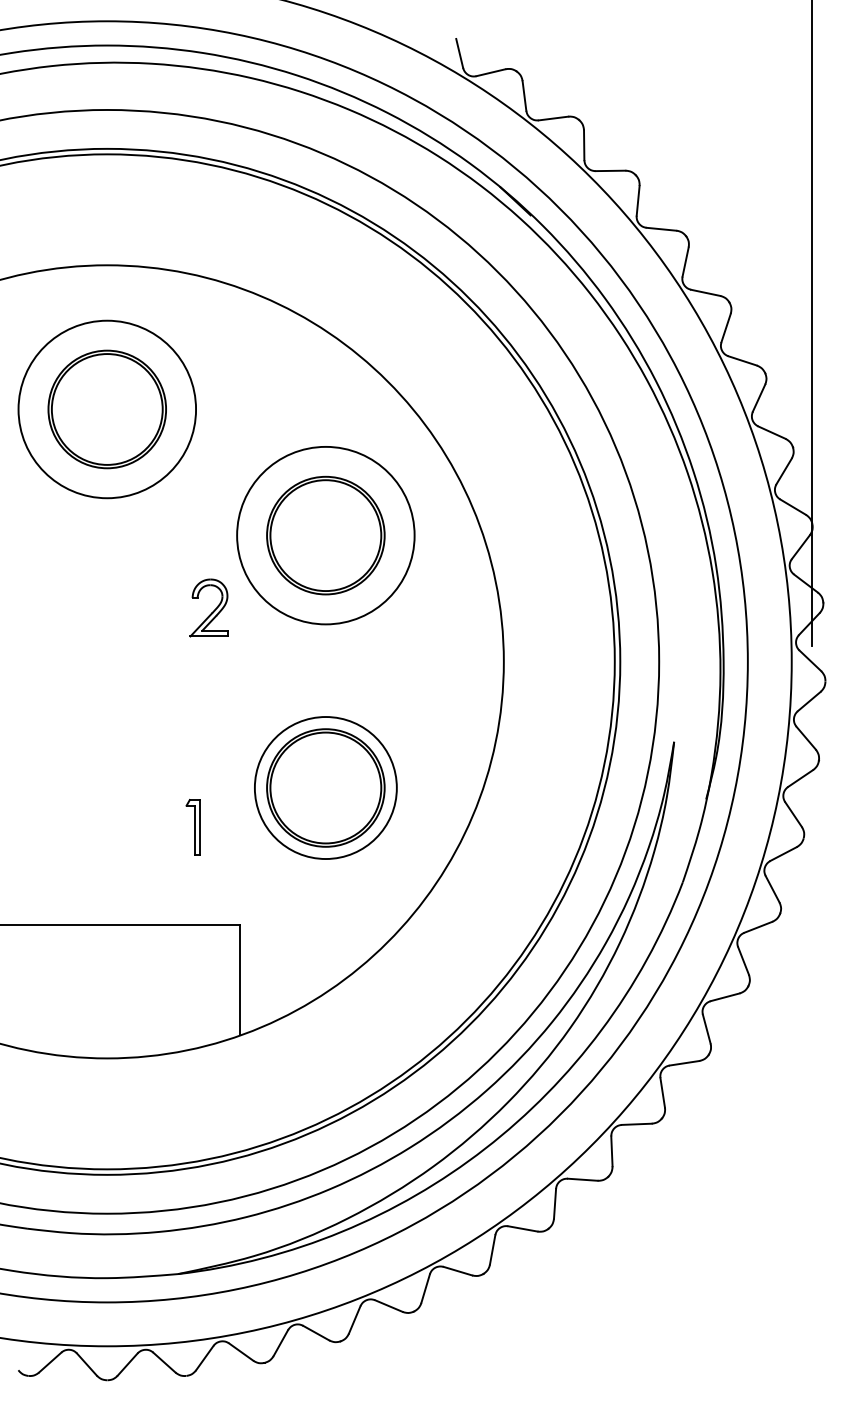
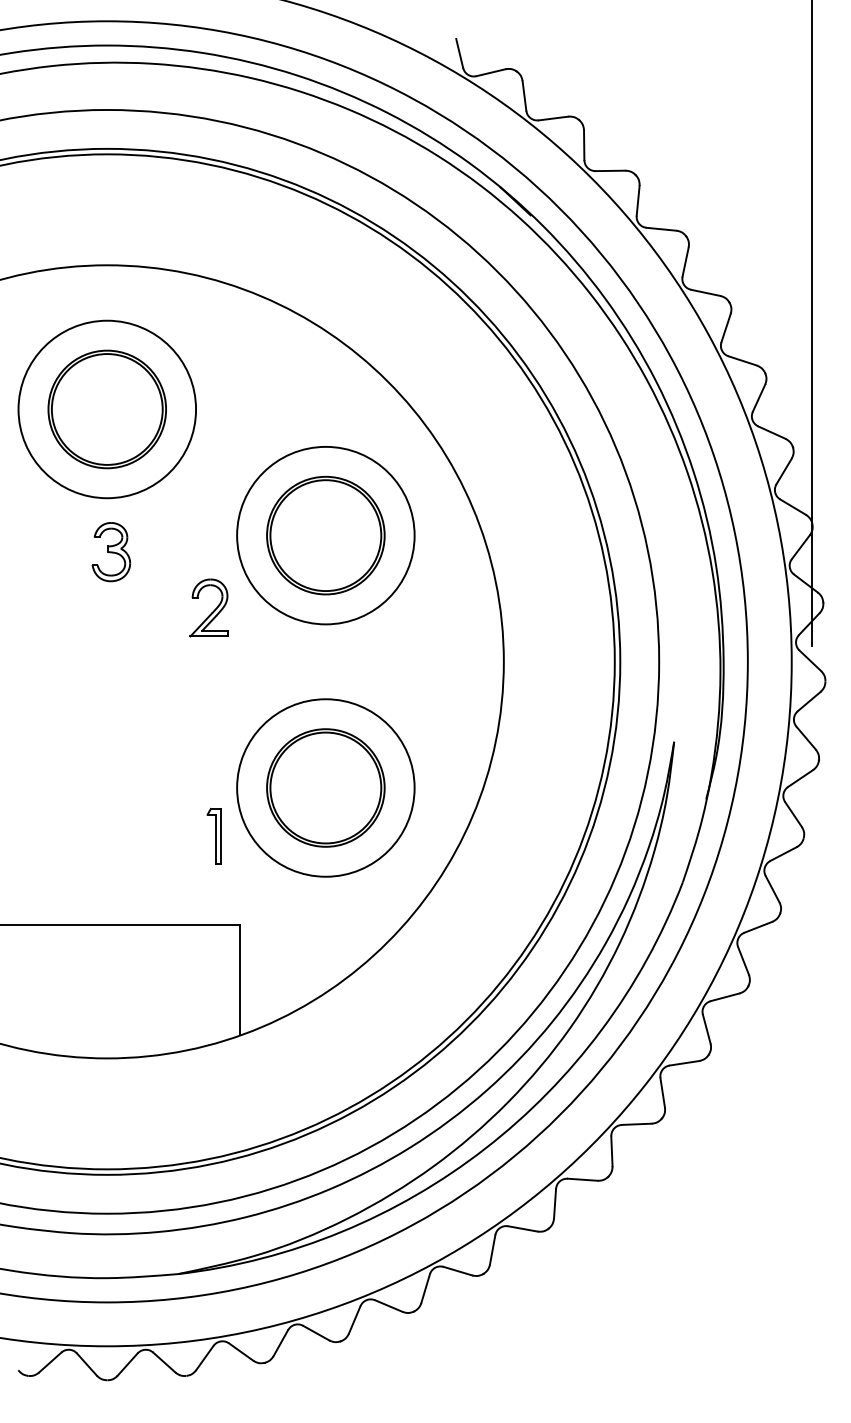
part at (111, 552): none -> present
circle at (325, 788) diameter: 142 px -> 178 px
part at (192, 827) position: (192, 827) -> (213, 836)
